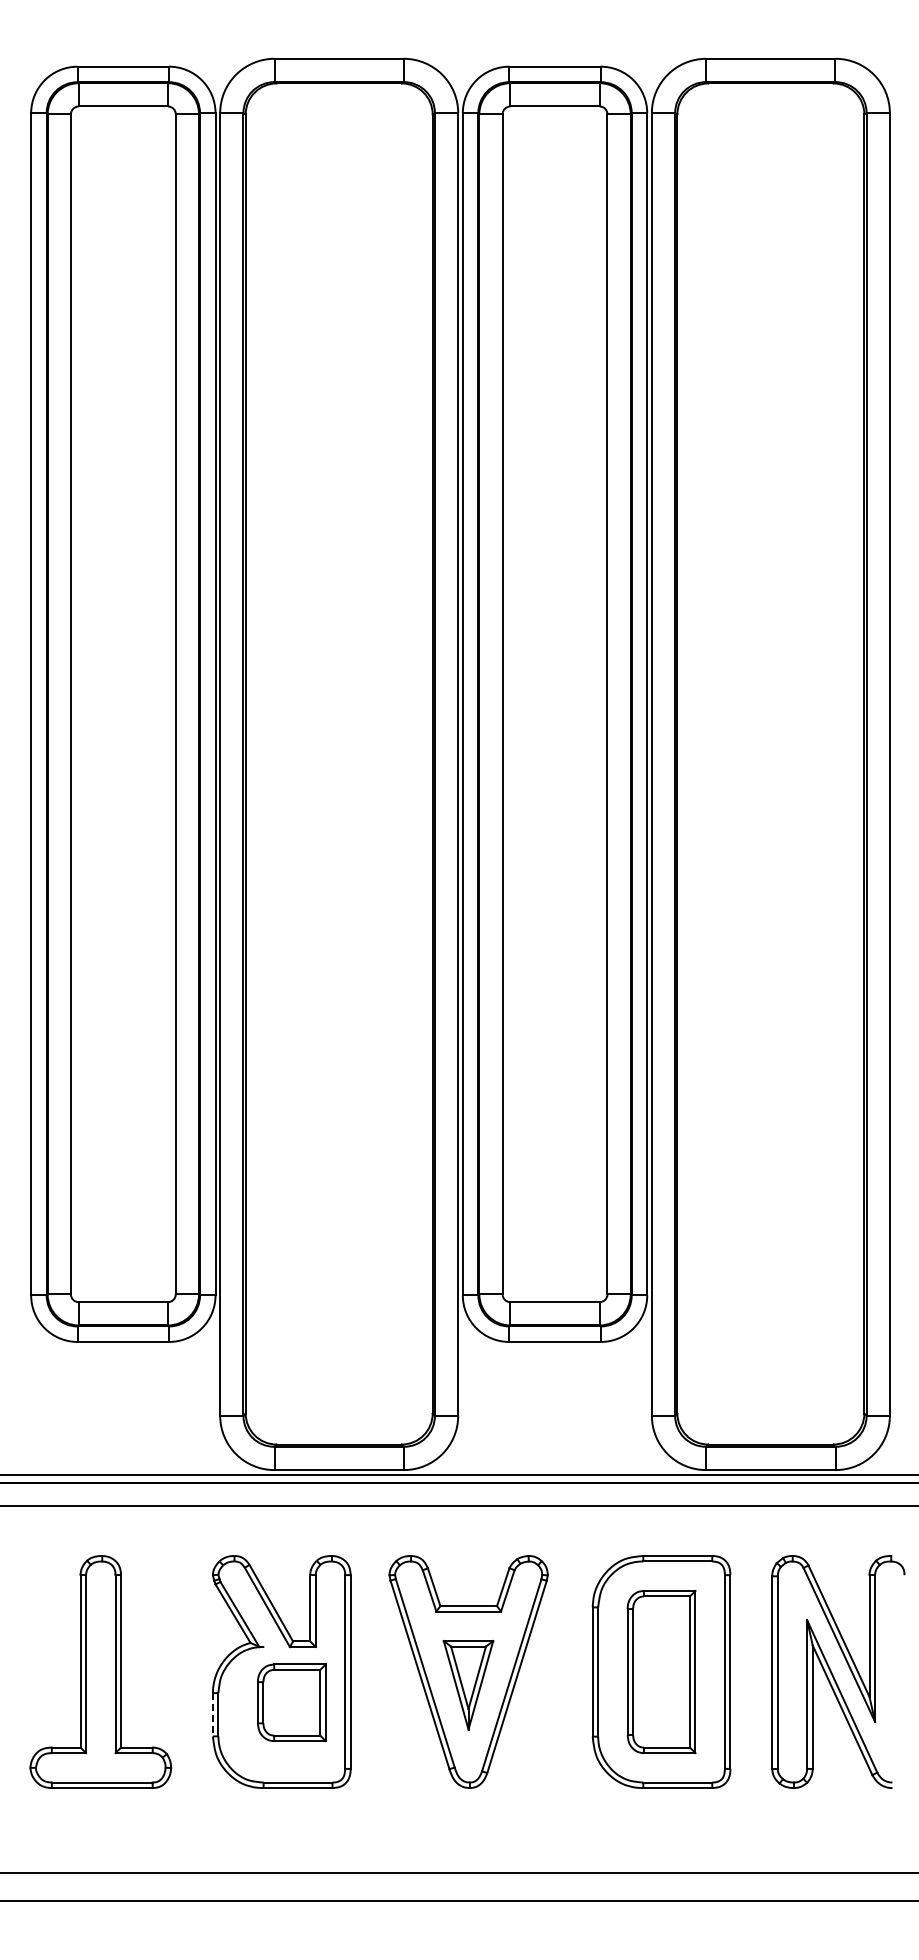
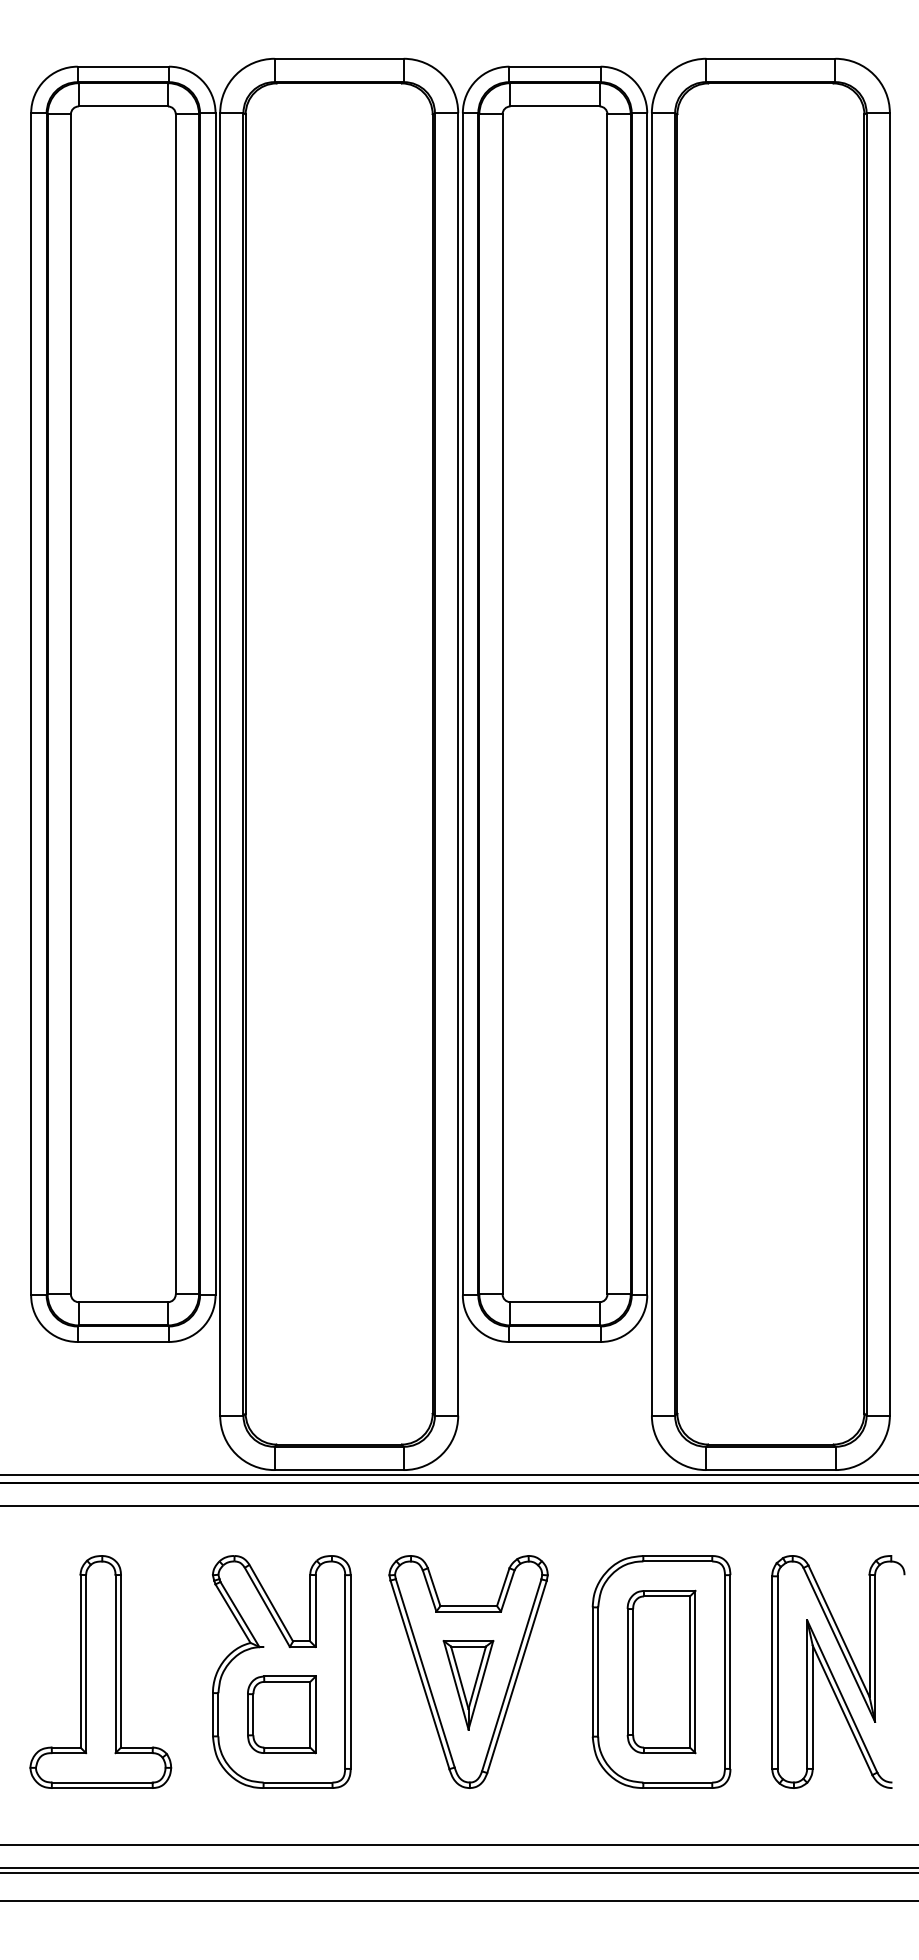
part at (291, 1702) position: (291, 1702) -> (281, 1714)
line at (212, 1714): dashed -> solid
line at (458, 1844): none -> present
line at (458, 1868): none -> present
